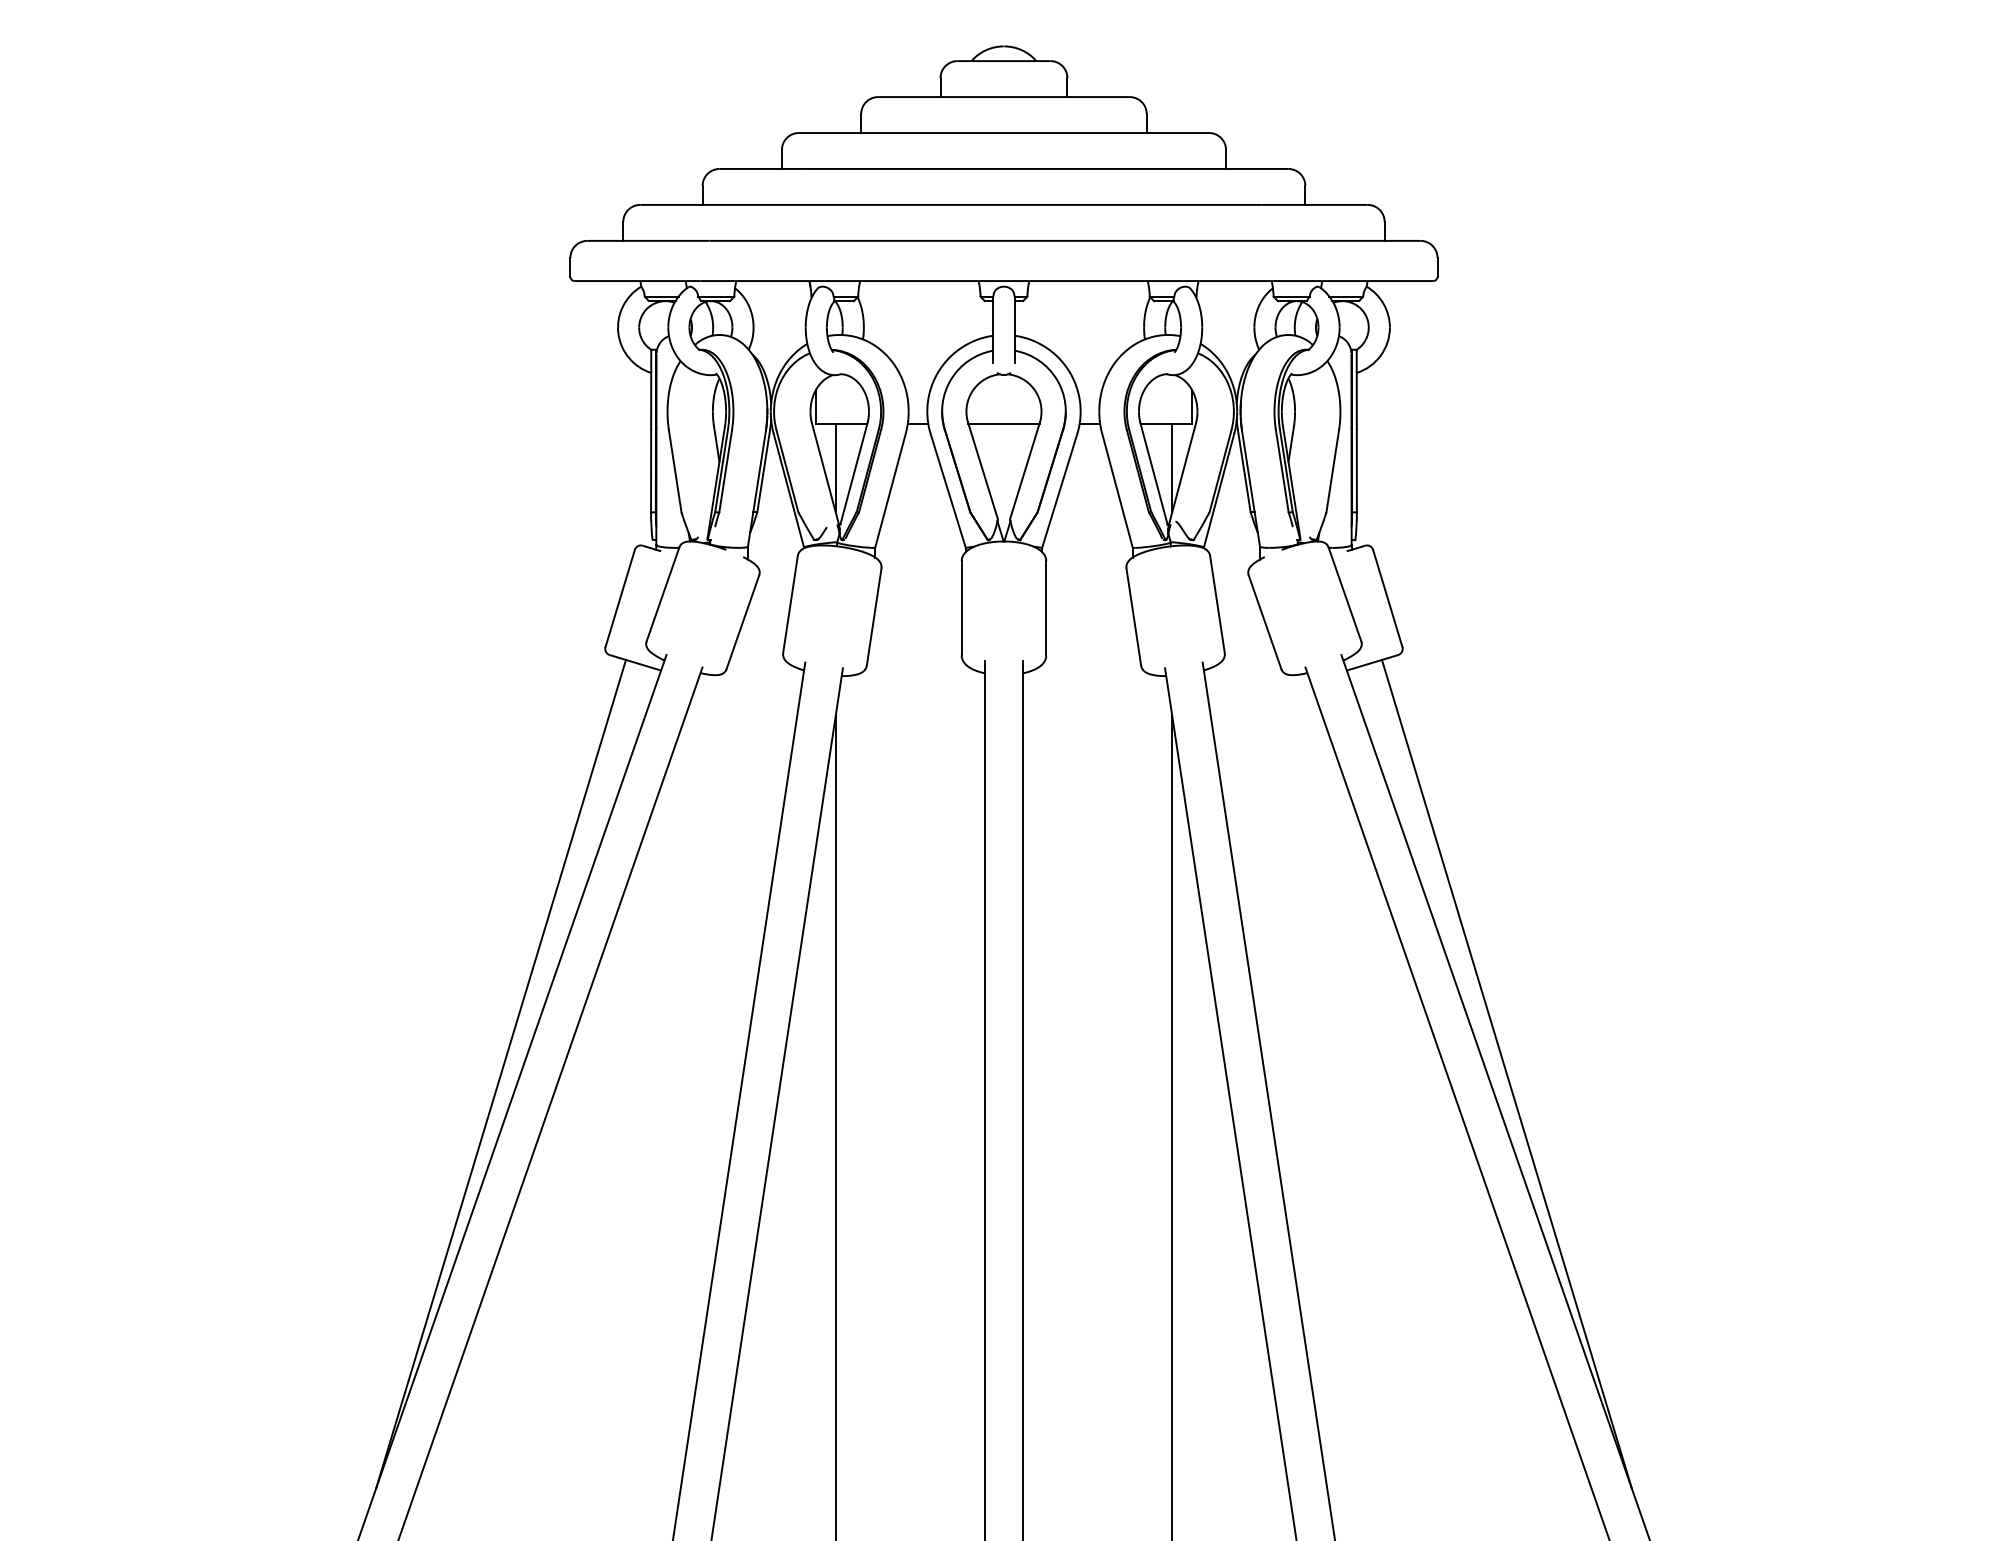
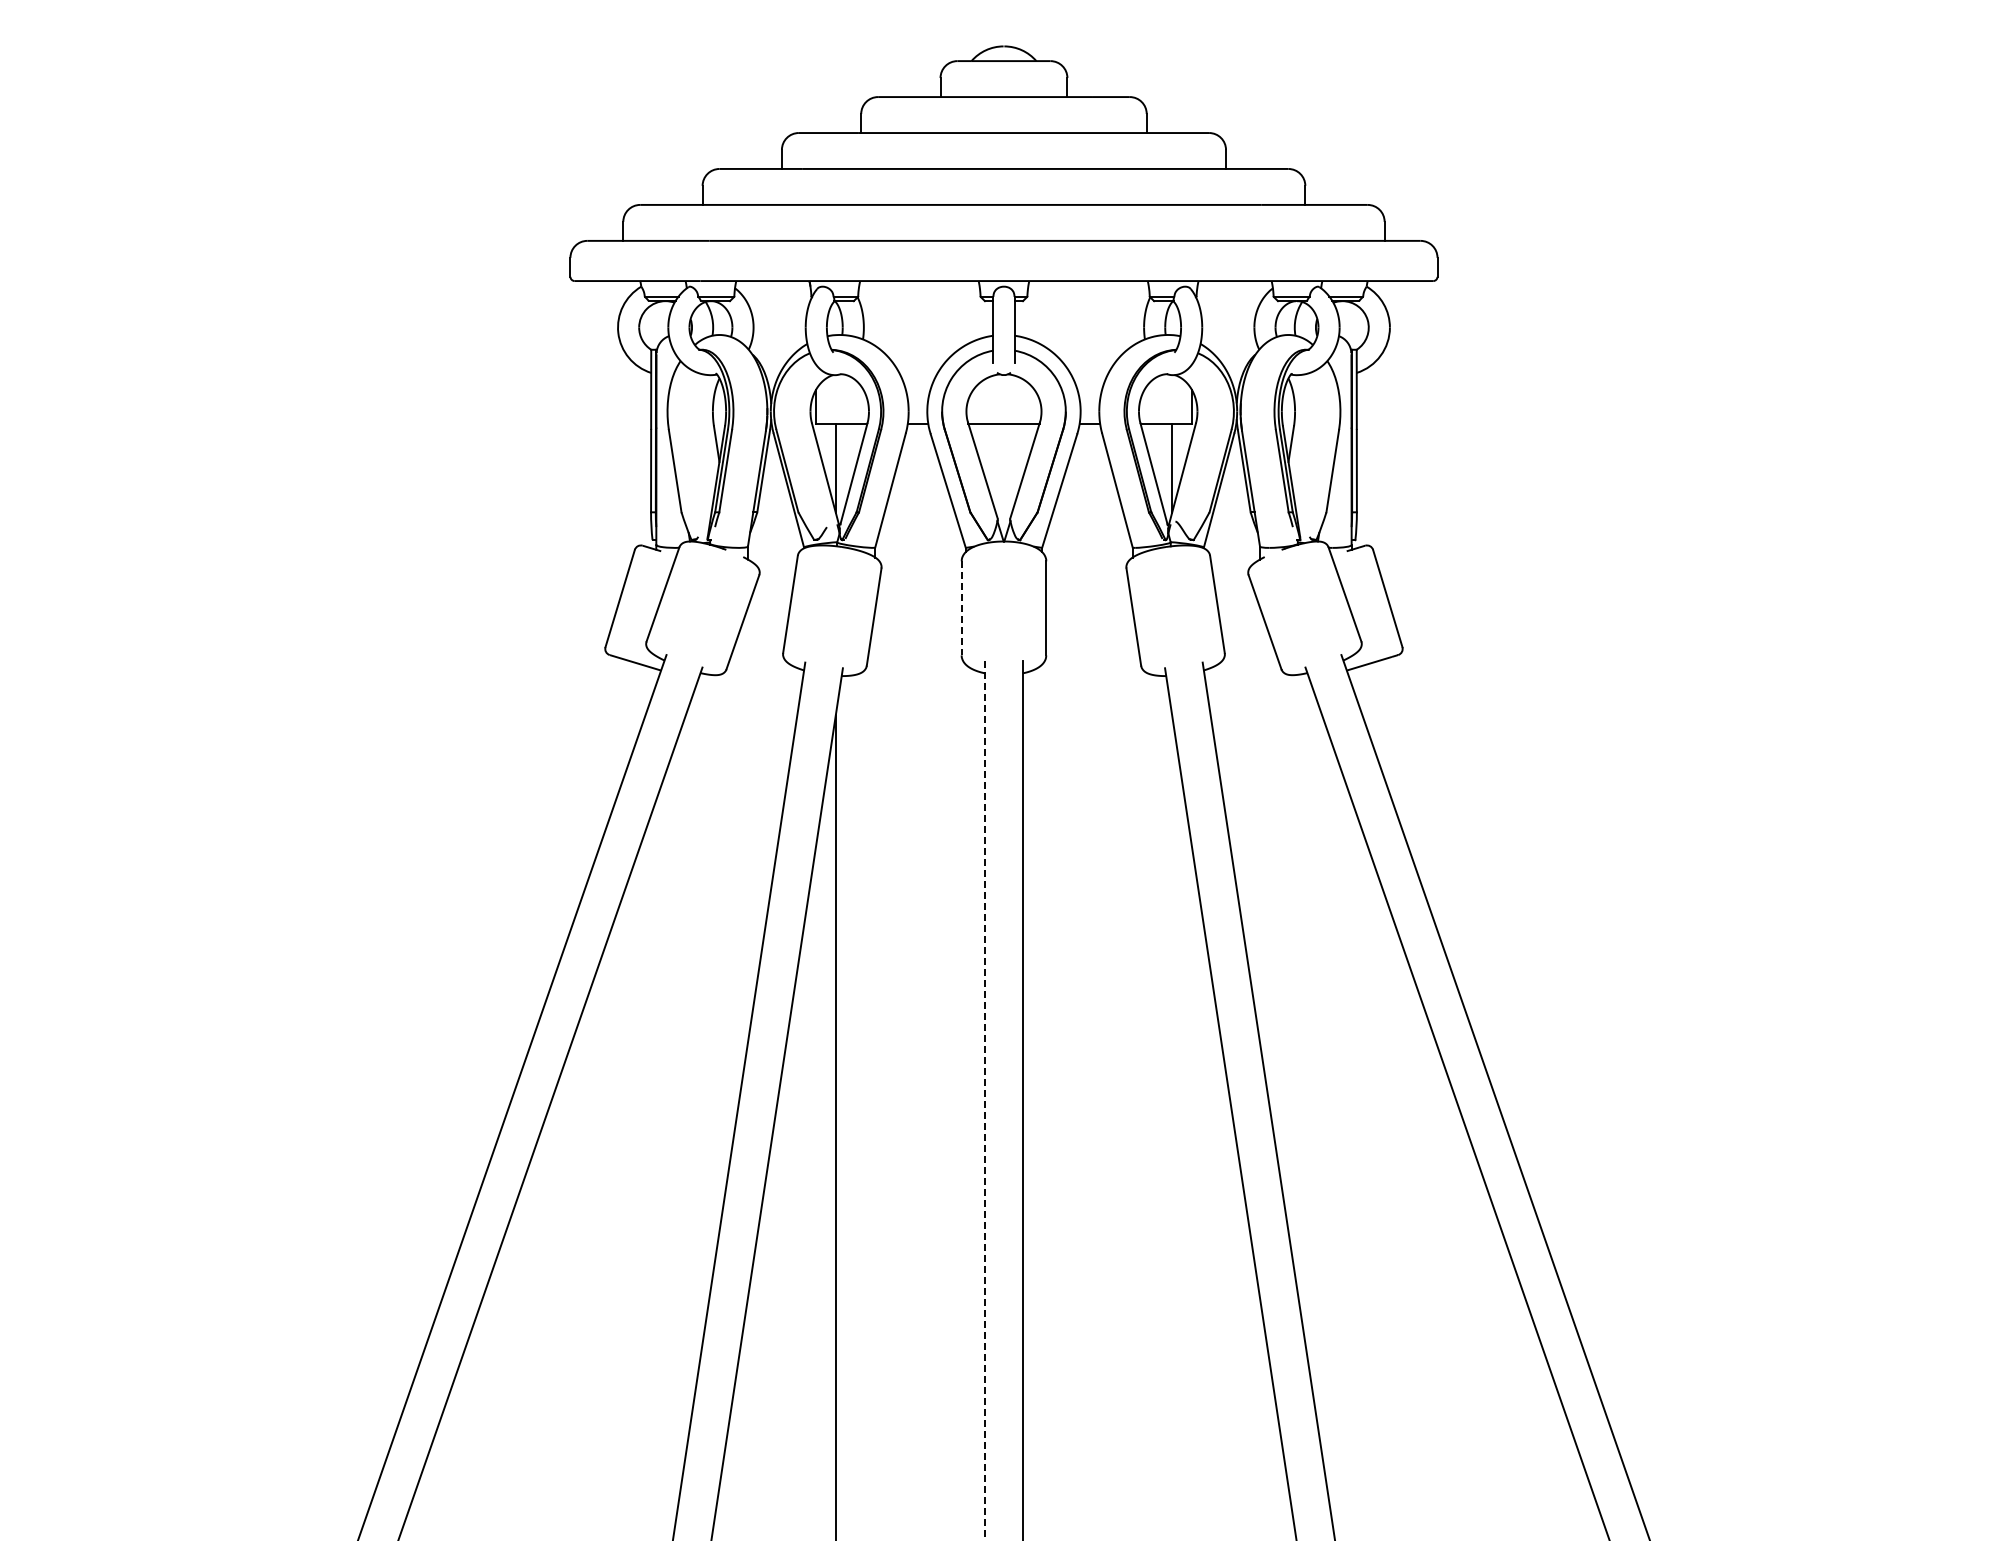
line at (961, 608): solid -> dashed
line at (500, 1073): present -> none
line at (1506, 1073): present -> none
line at (984, 1101): solid -> dashed
line at (1172, 1126): present -> none
